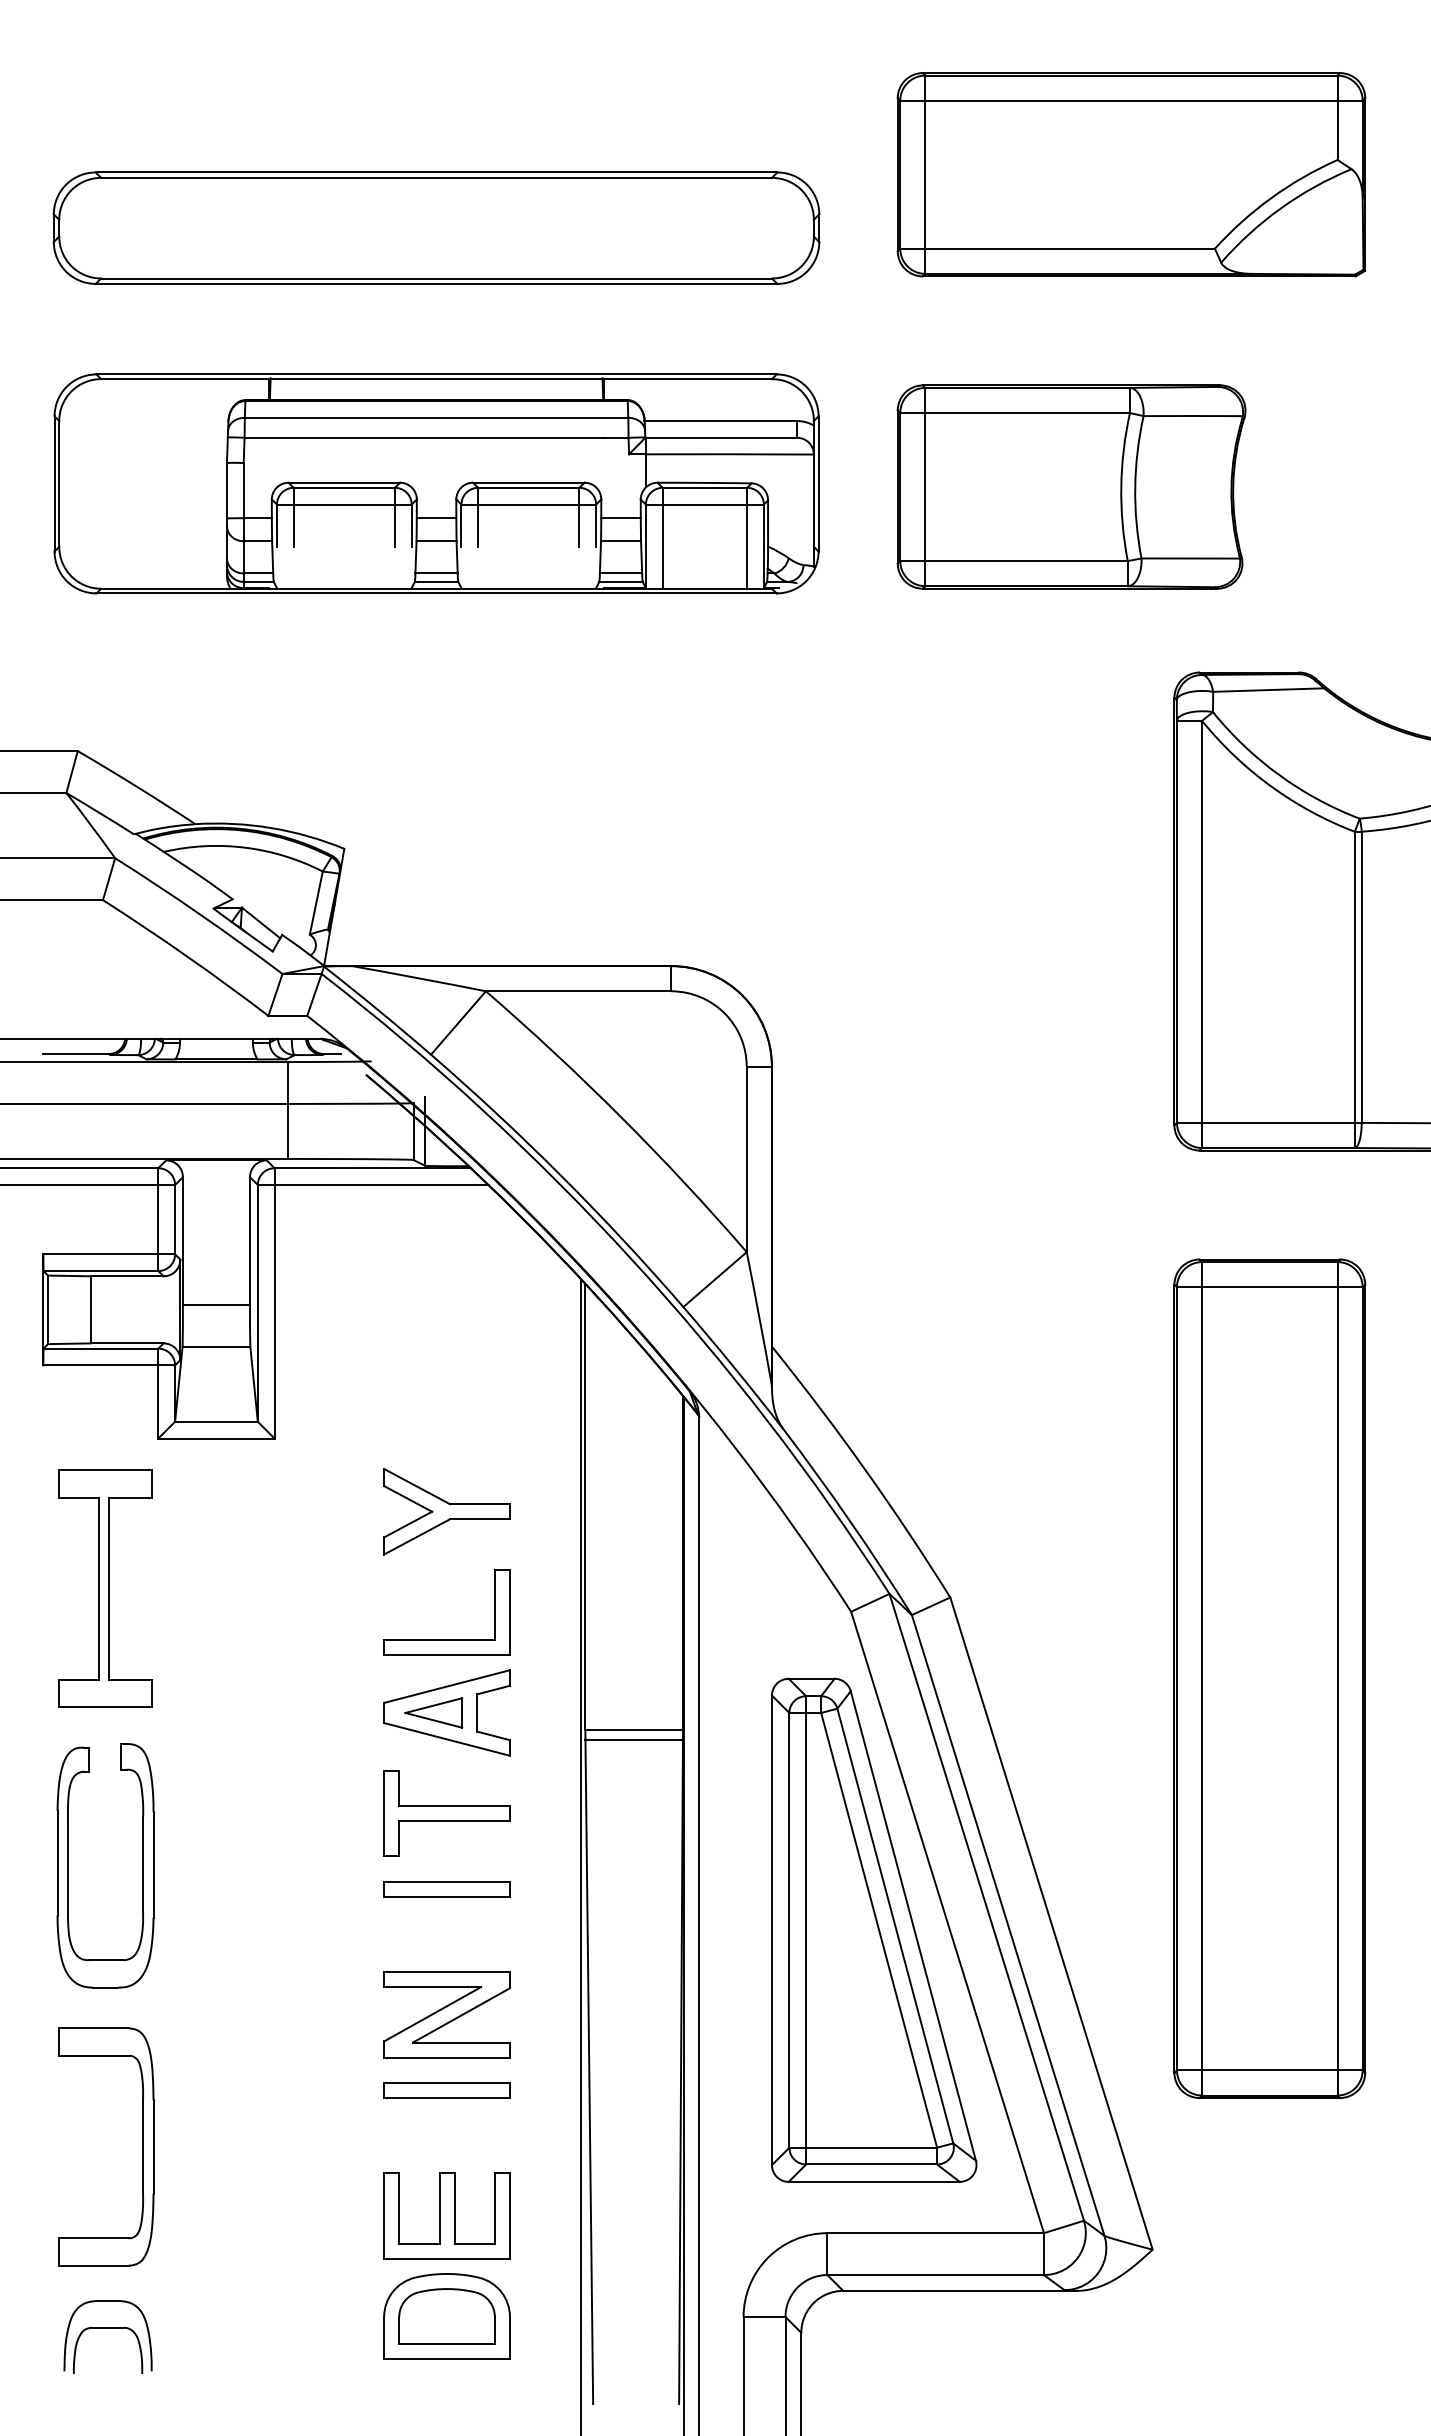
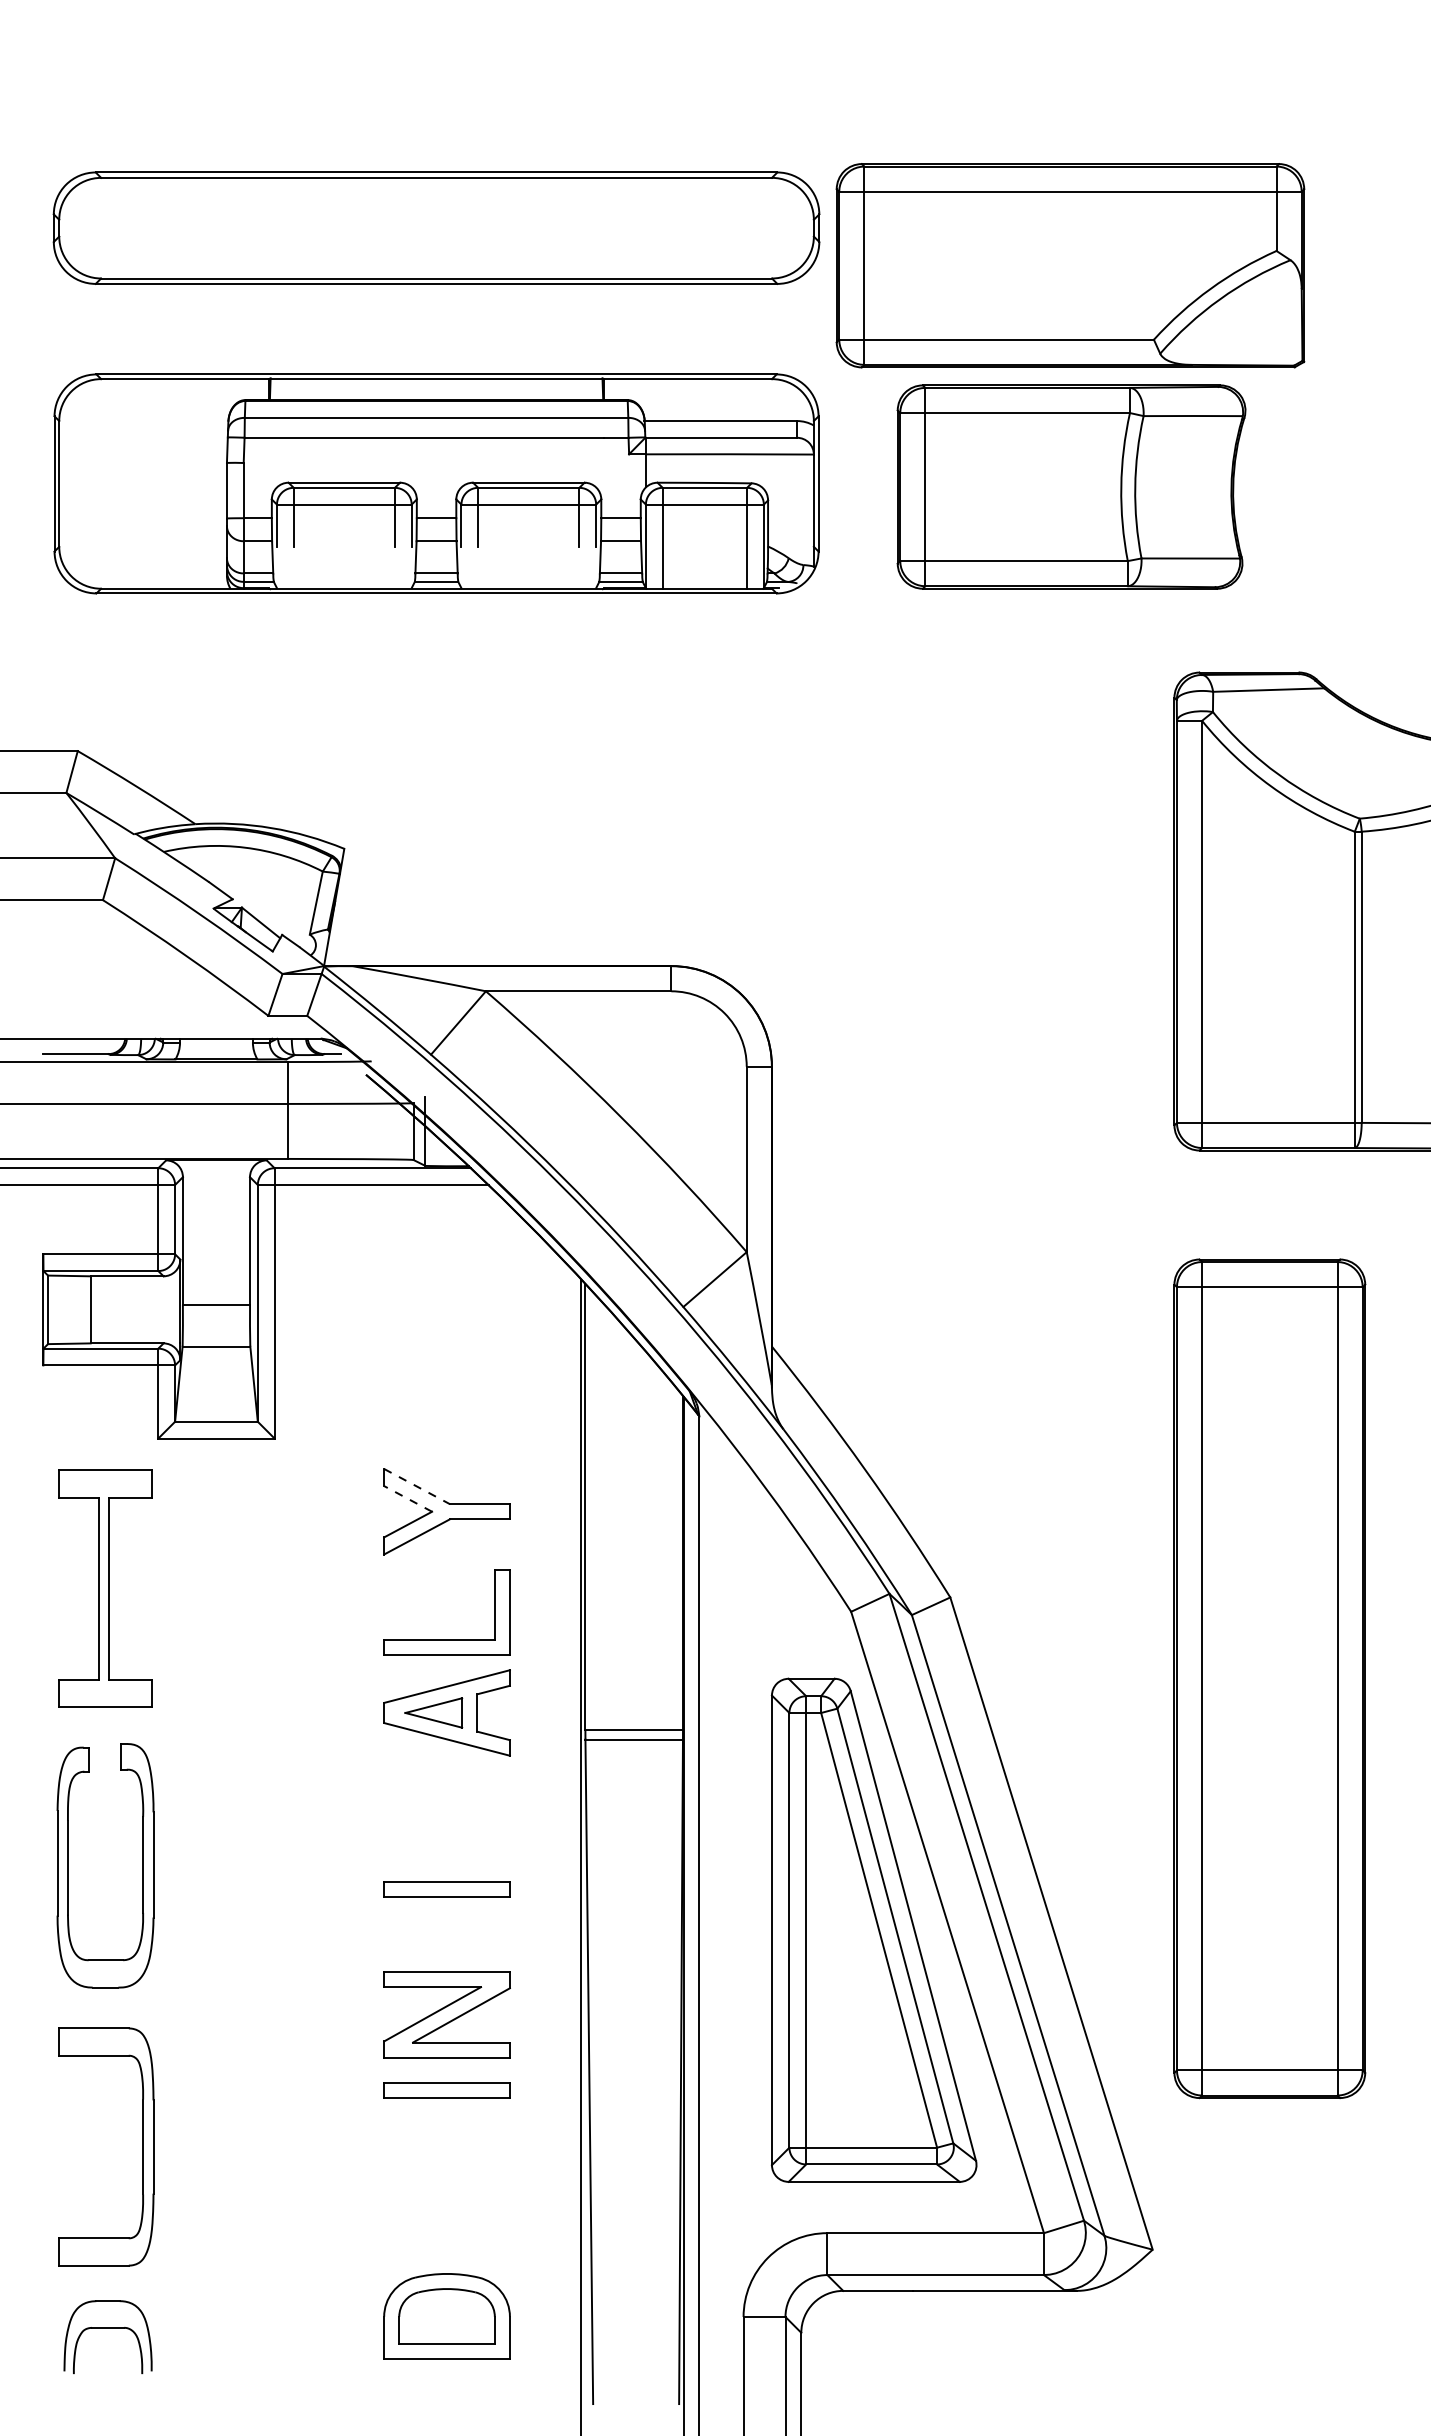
part at (1131, 174) position: (1131, 174) -> (1070, 265)
line at (417, 1486): solid -> dashed
line at (407, 1498): solid -> dashed
part at (446, 1813): present -> none
part at (446, 2215): present -> none
